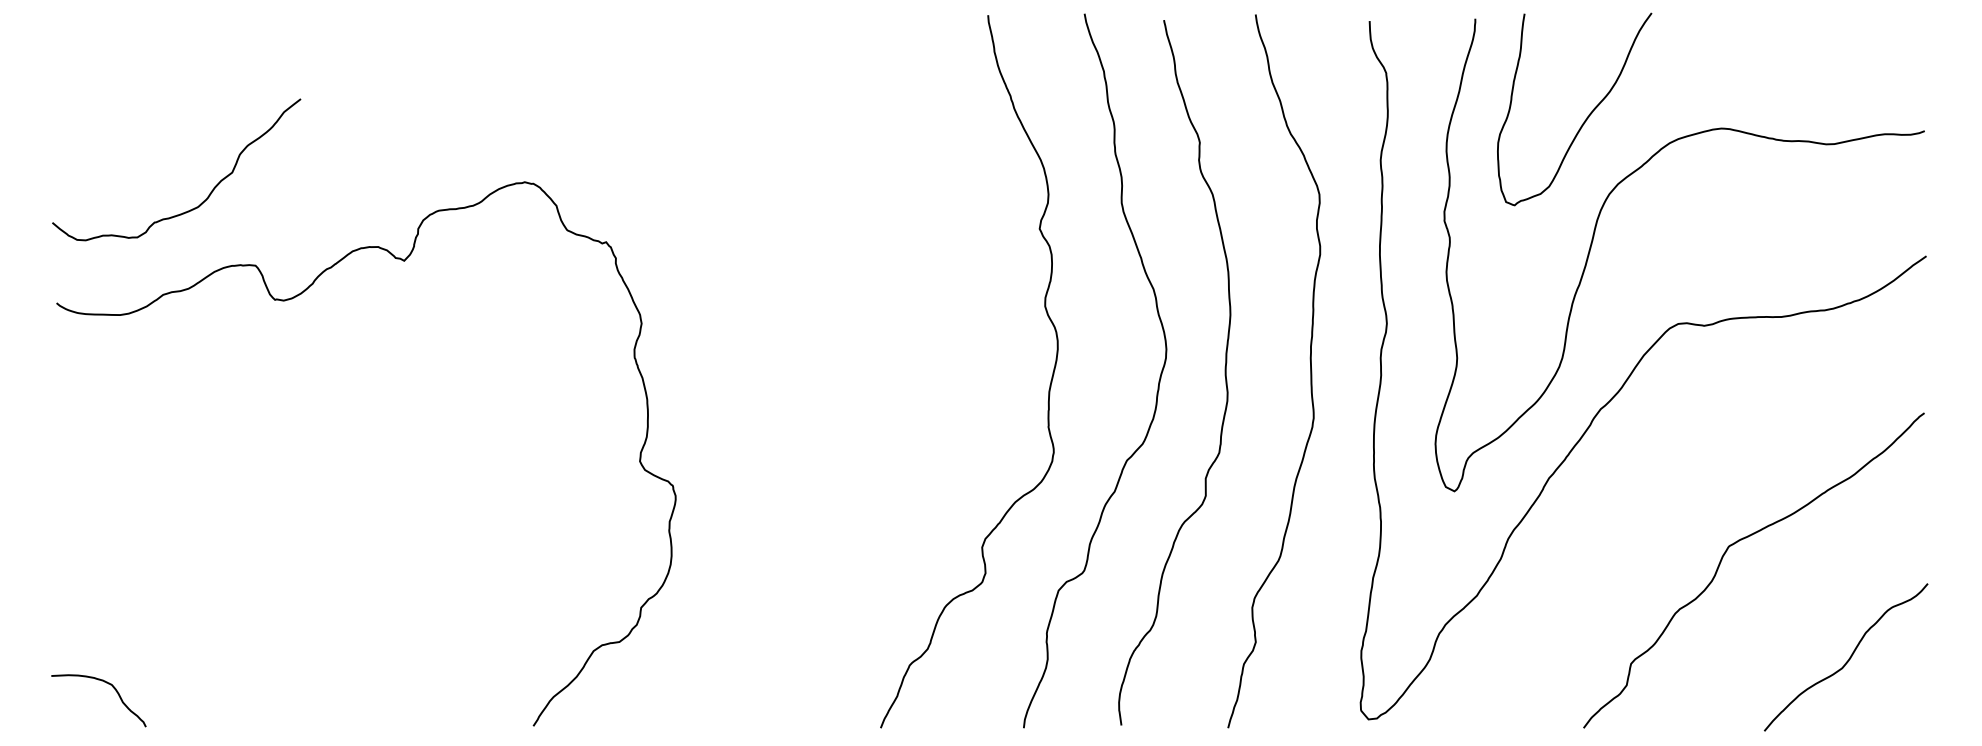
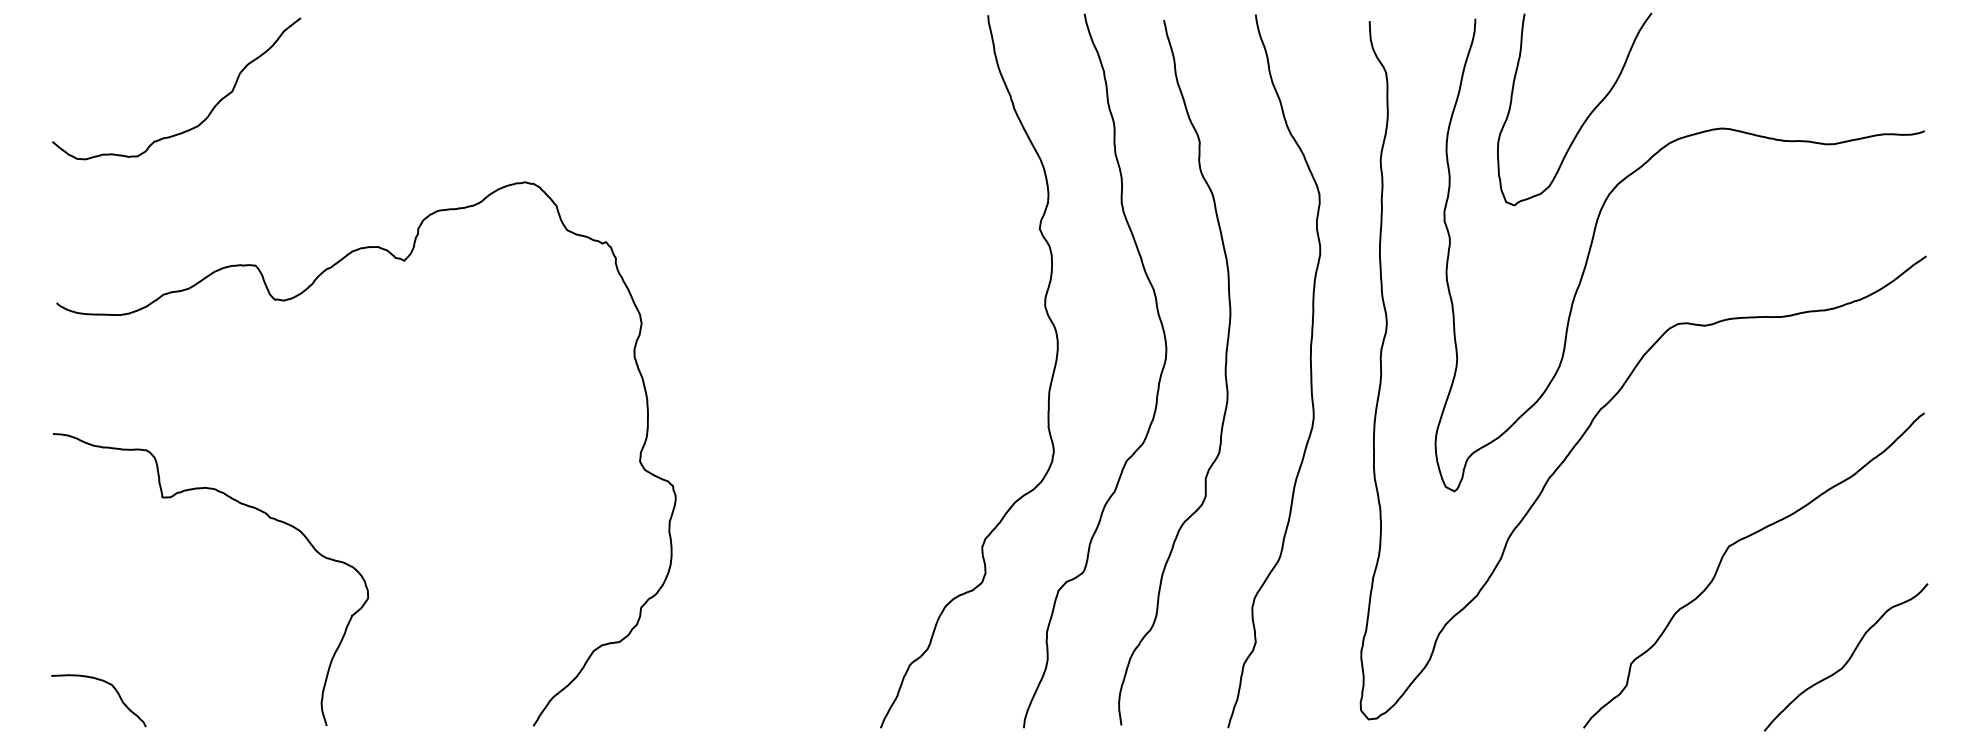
curve at (209, 193) position: (209, 193) -> (209, 112)
curve at (240, 504): none -> present
